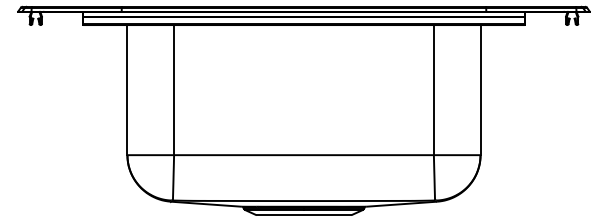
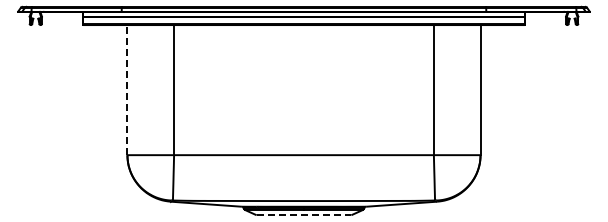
line at (127, 89): solid -> dashed
line at (304, 215): solid -> dashed
